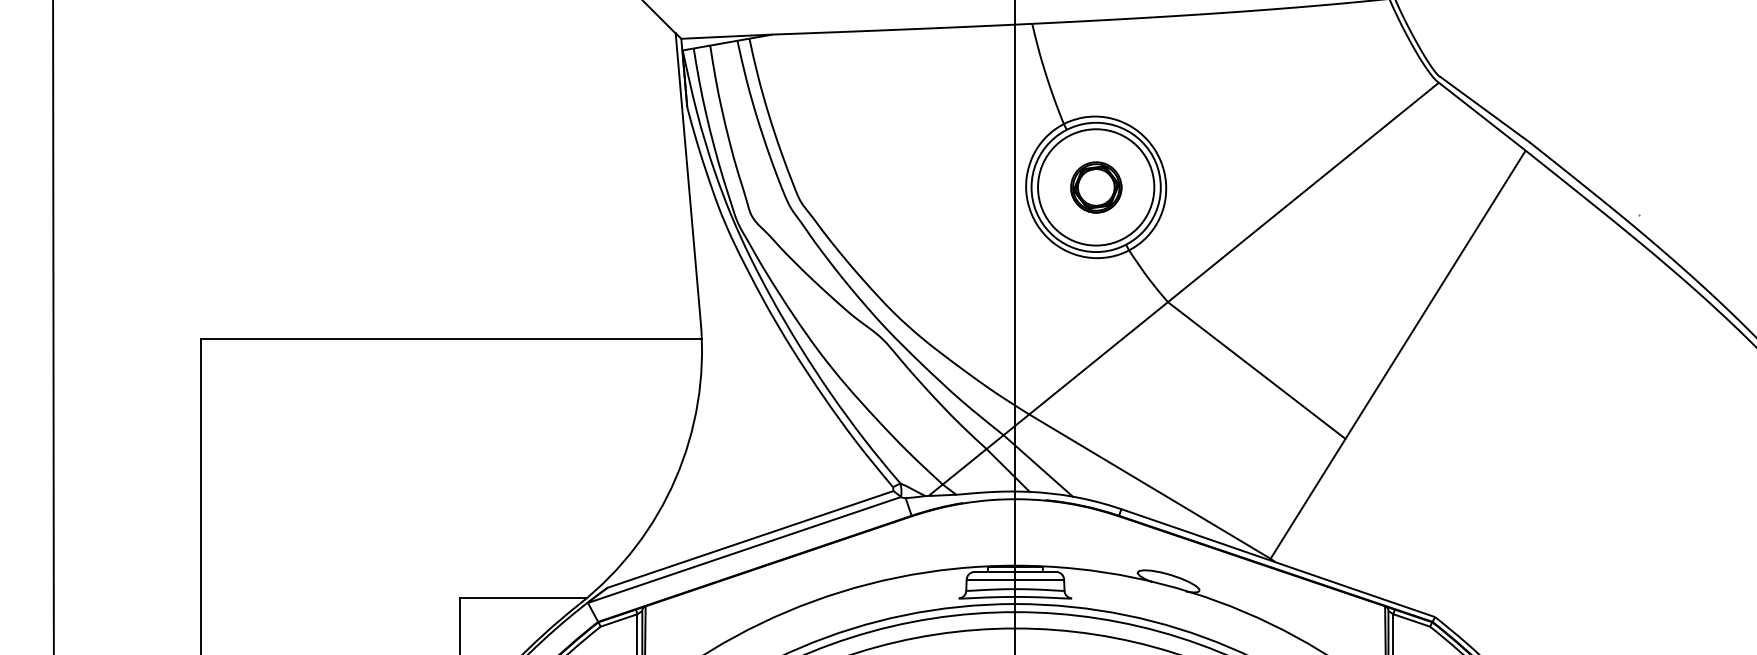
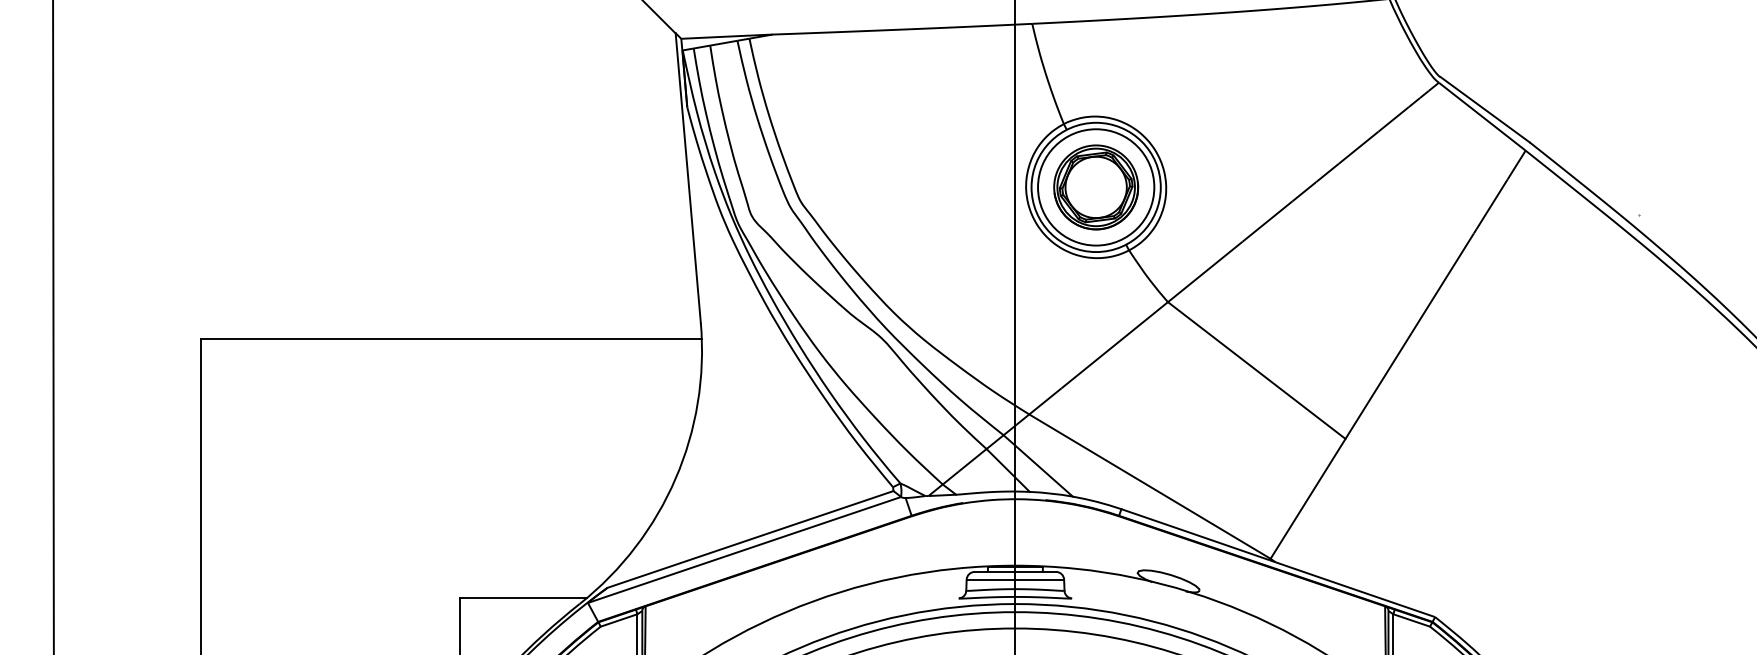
part at (1096, 187) size: 53x53 px -> 87x87 px
